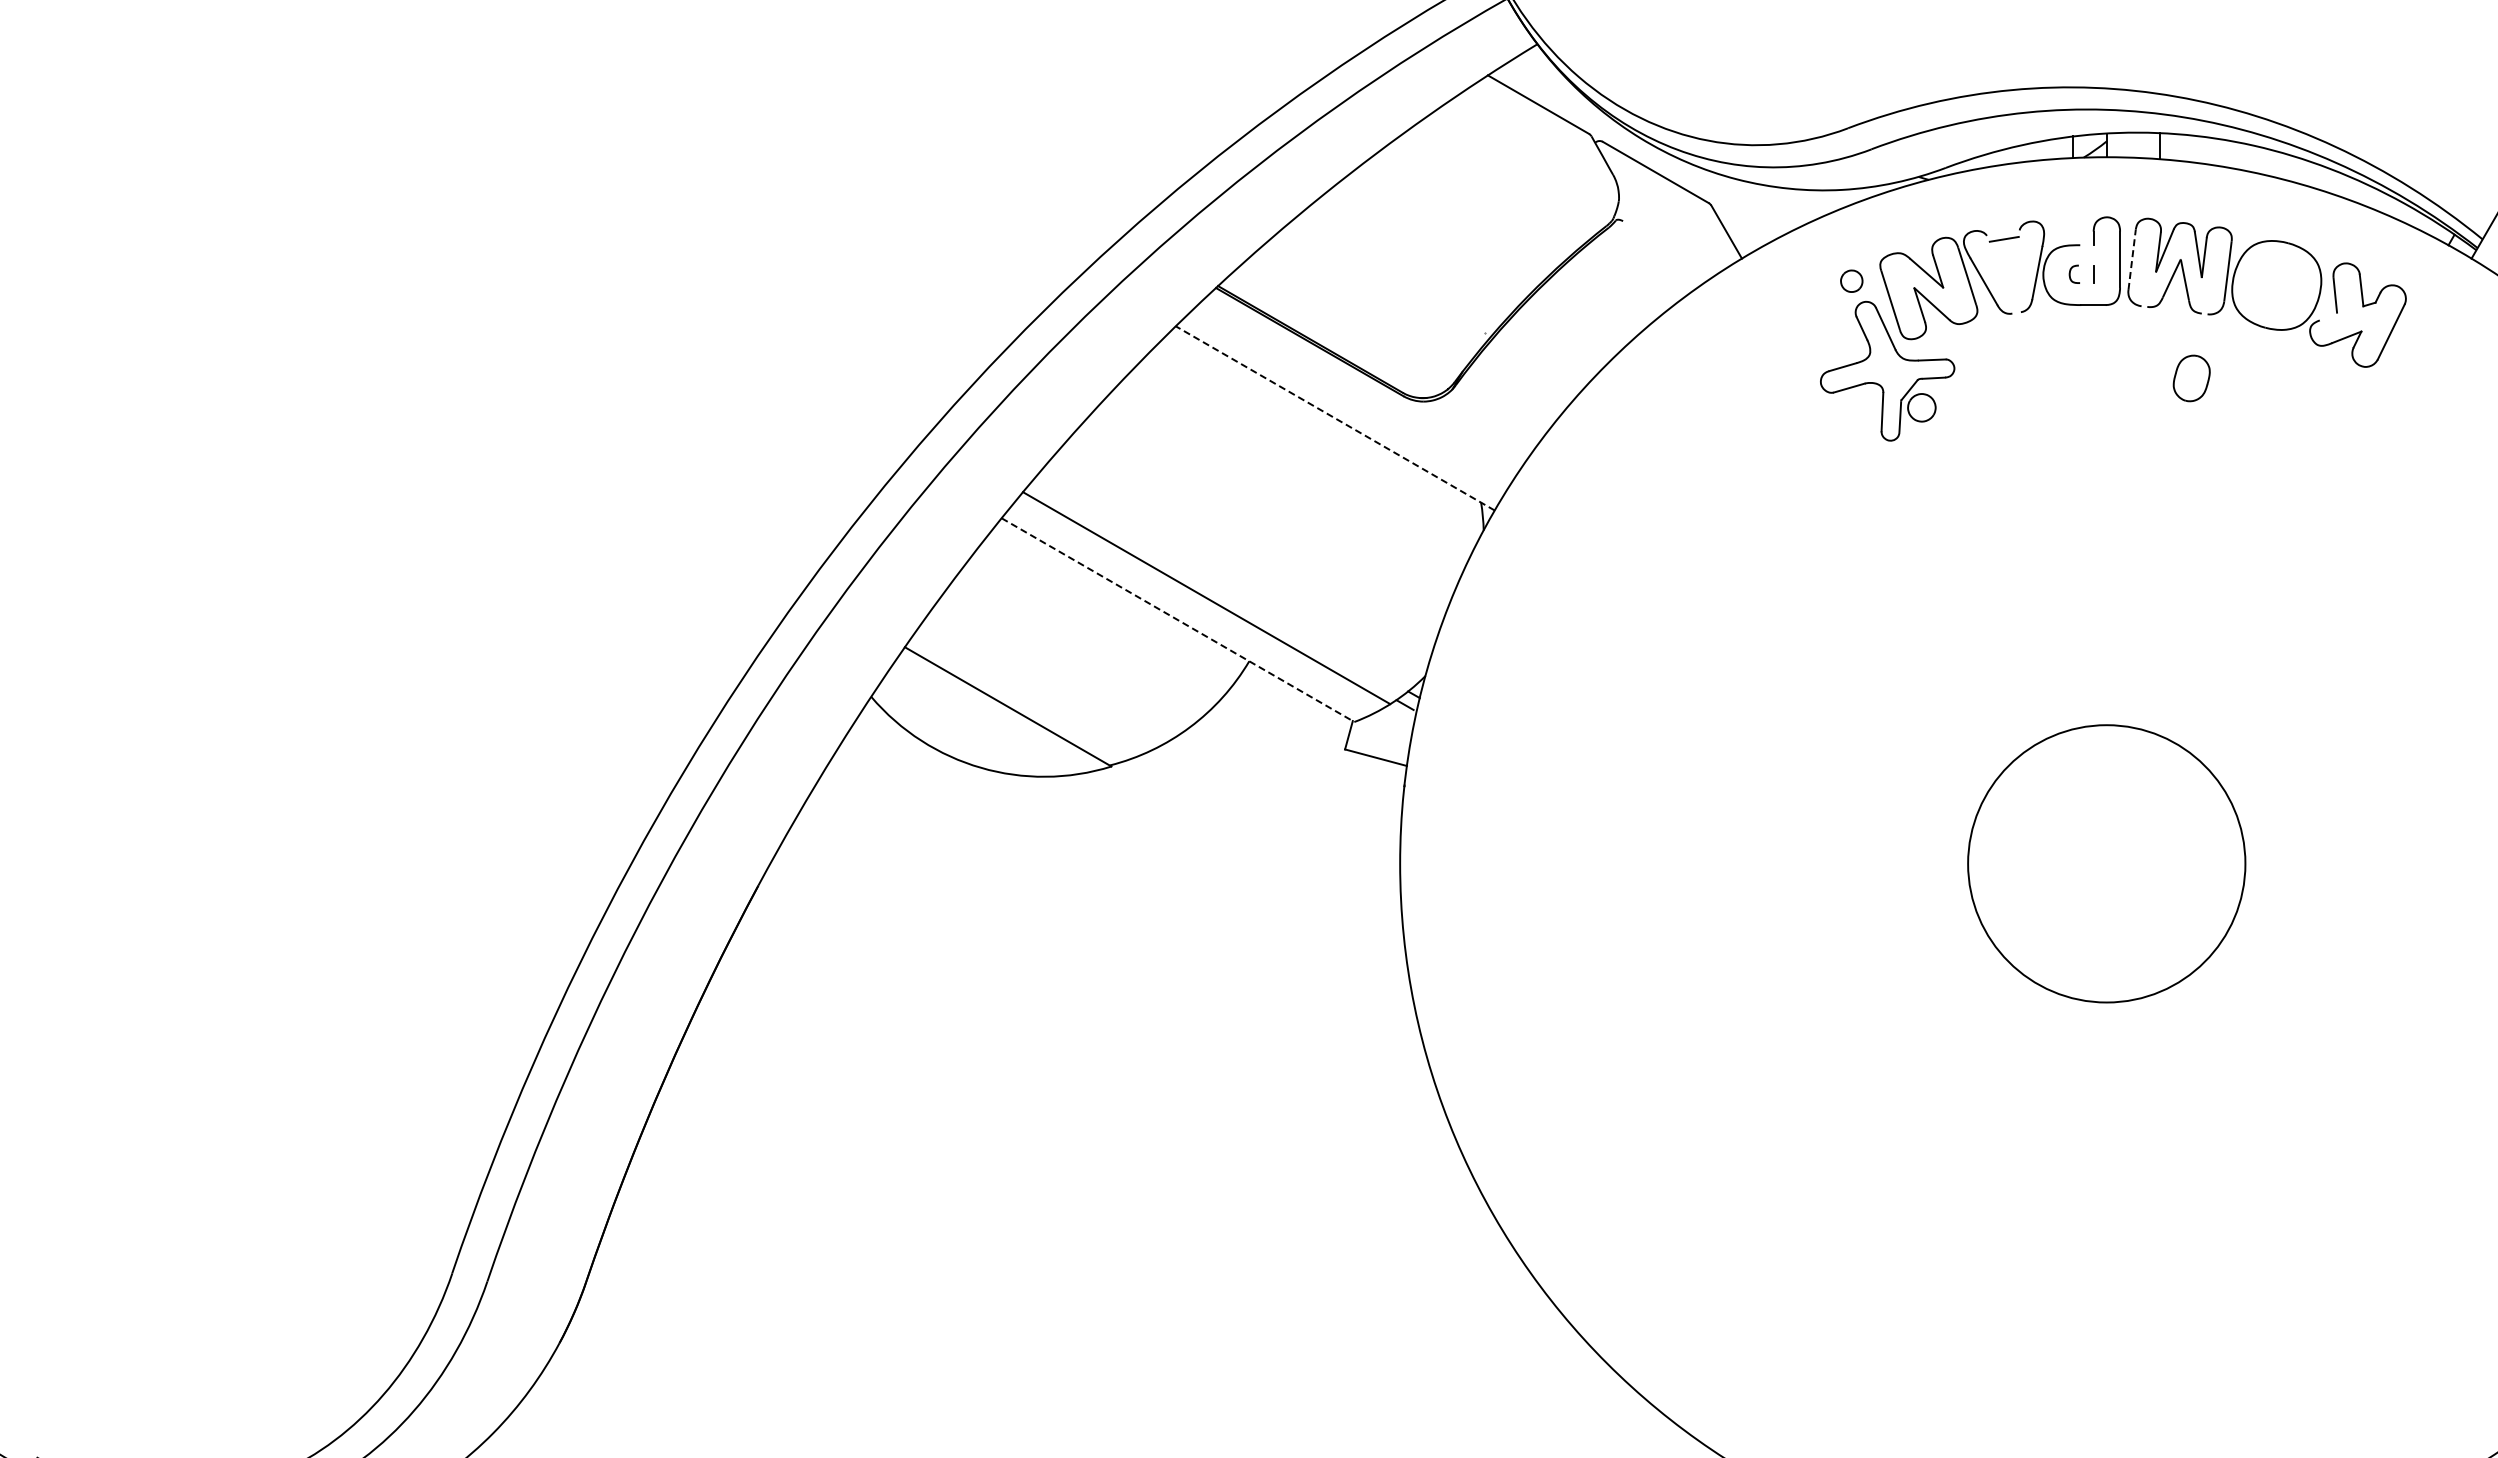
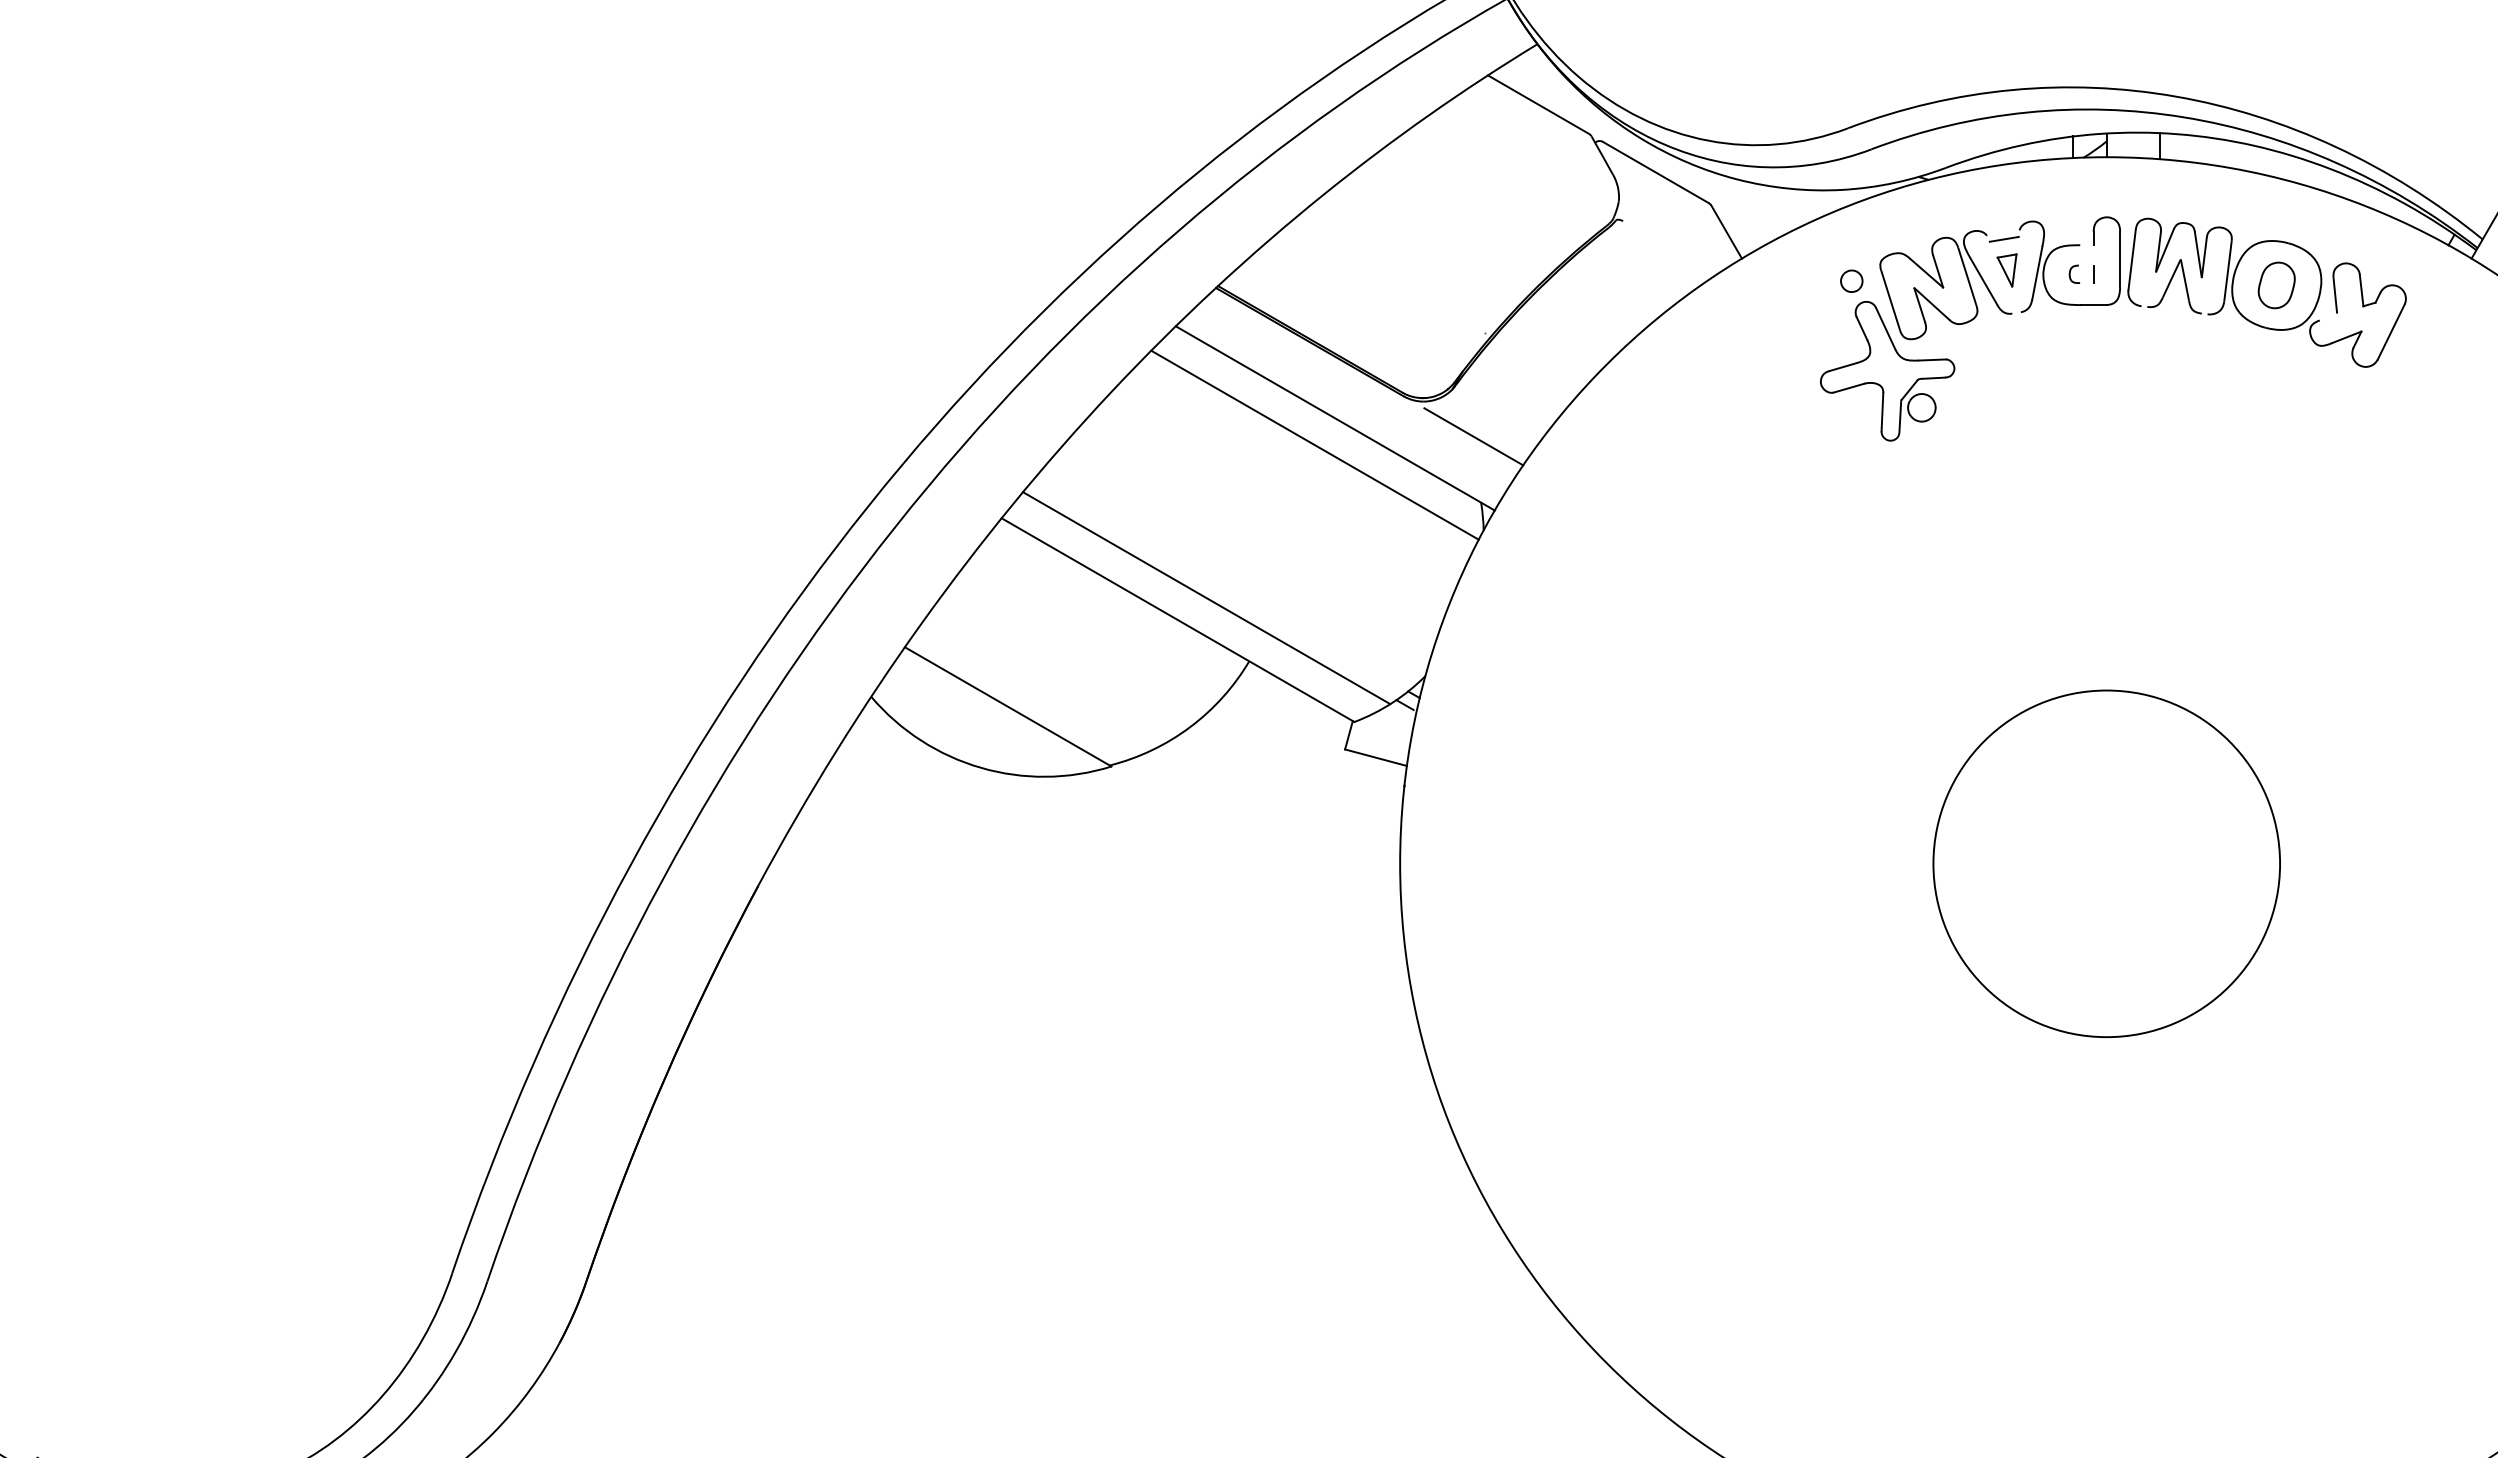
line at (2132, 259): dashed -> solid
part at (2006, 270): none -> present
part at (2191, 378) position: (2191, 378) -> (2276, 285)
line at (1334, 418): dashed -> solid
line at (1473, 436): none -> present
line at (1314, 444): none -> present
line at (1178, 620): dashed -> solid
circle at (2106, 863) diameter: 277 px -> 347 px
